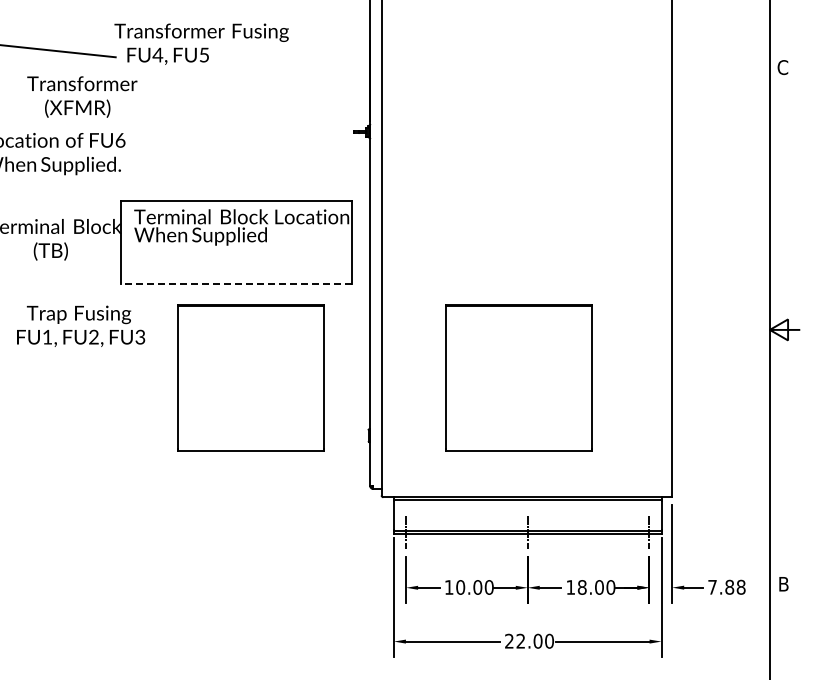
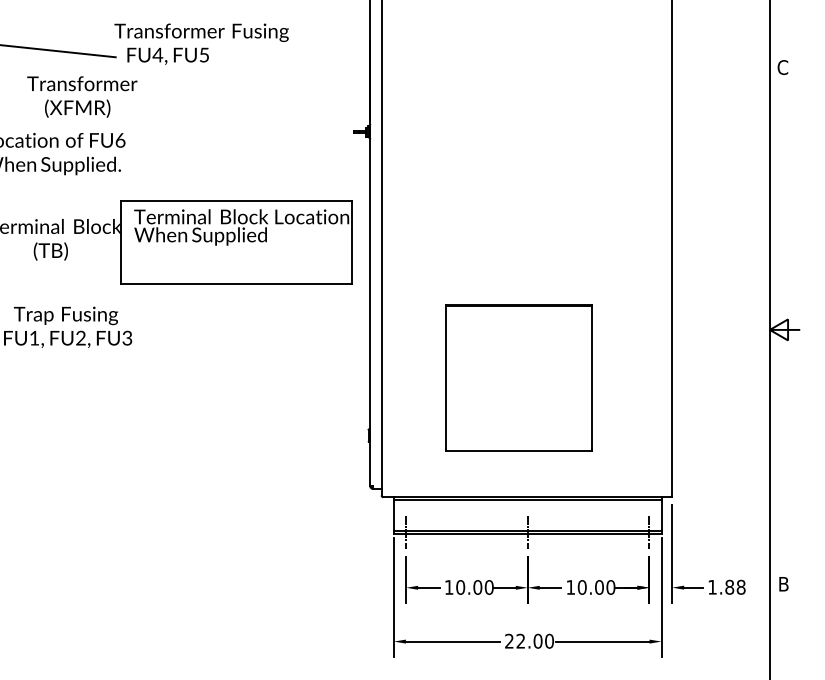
line at (236, 284): dashed -> solid
text at (81, 325) position: (81, 325) -> (68, 326)
part at (250, 377): present -> none
text at (581, 587): 18.00 -> 10.00
text at (712, 587): 7.88 -> 1.88
